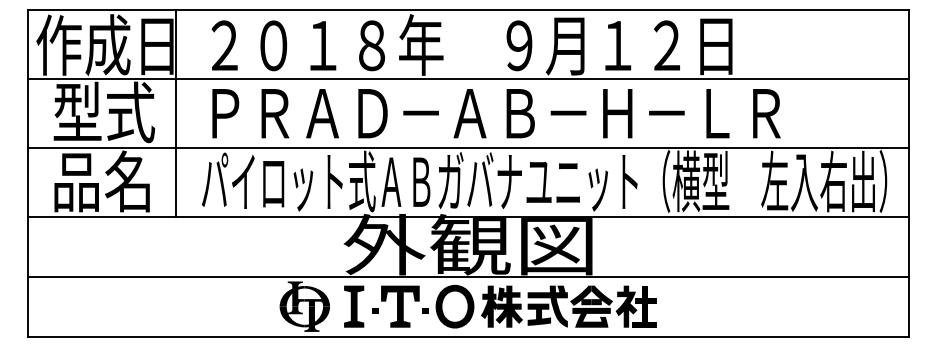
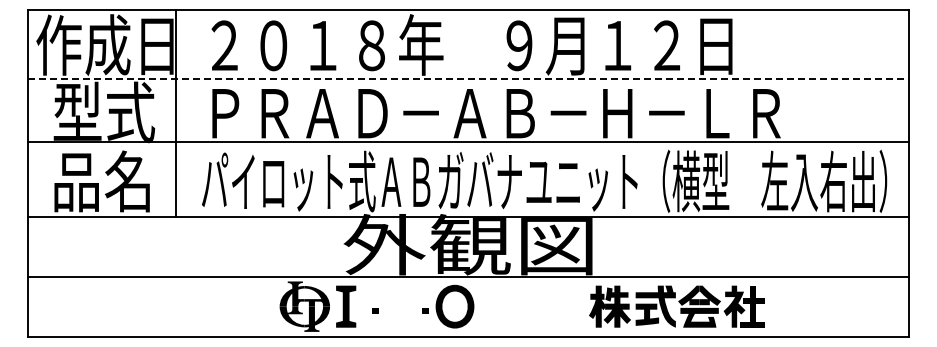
line at (468, 79): solid -> dashed
line at (468, 147) position: (468, 147) -> (468, 141)
part at (354, 306) position: (354, 306) -> (346, 306)
fill at (400, 306): present -> none
part at (568, 306) position: (568, 306) -> (676, 306)
